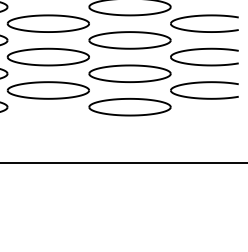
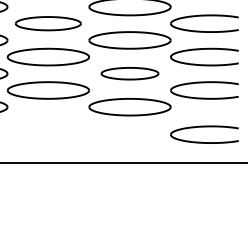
part at (47, 23) size: 84x19 px -> 67x16 px
part at (129, 73) size: 84x19 px -> 60x14 px
part at (204, 127): none -> present
